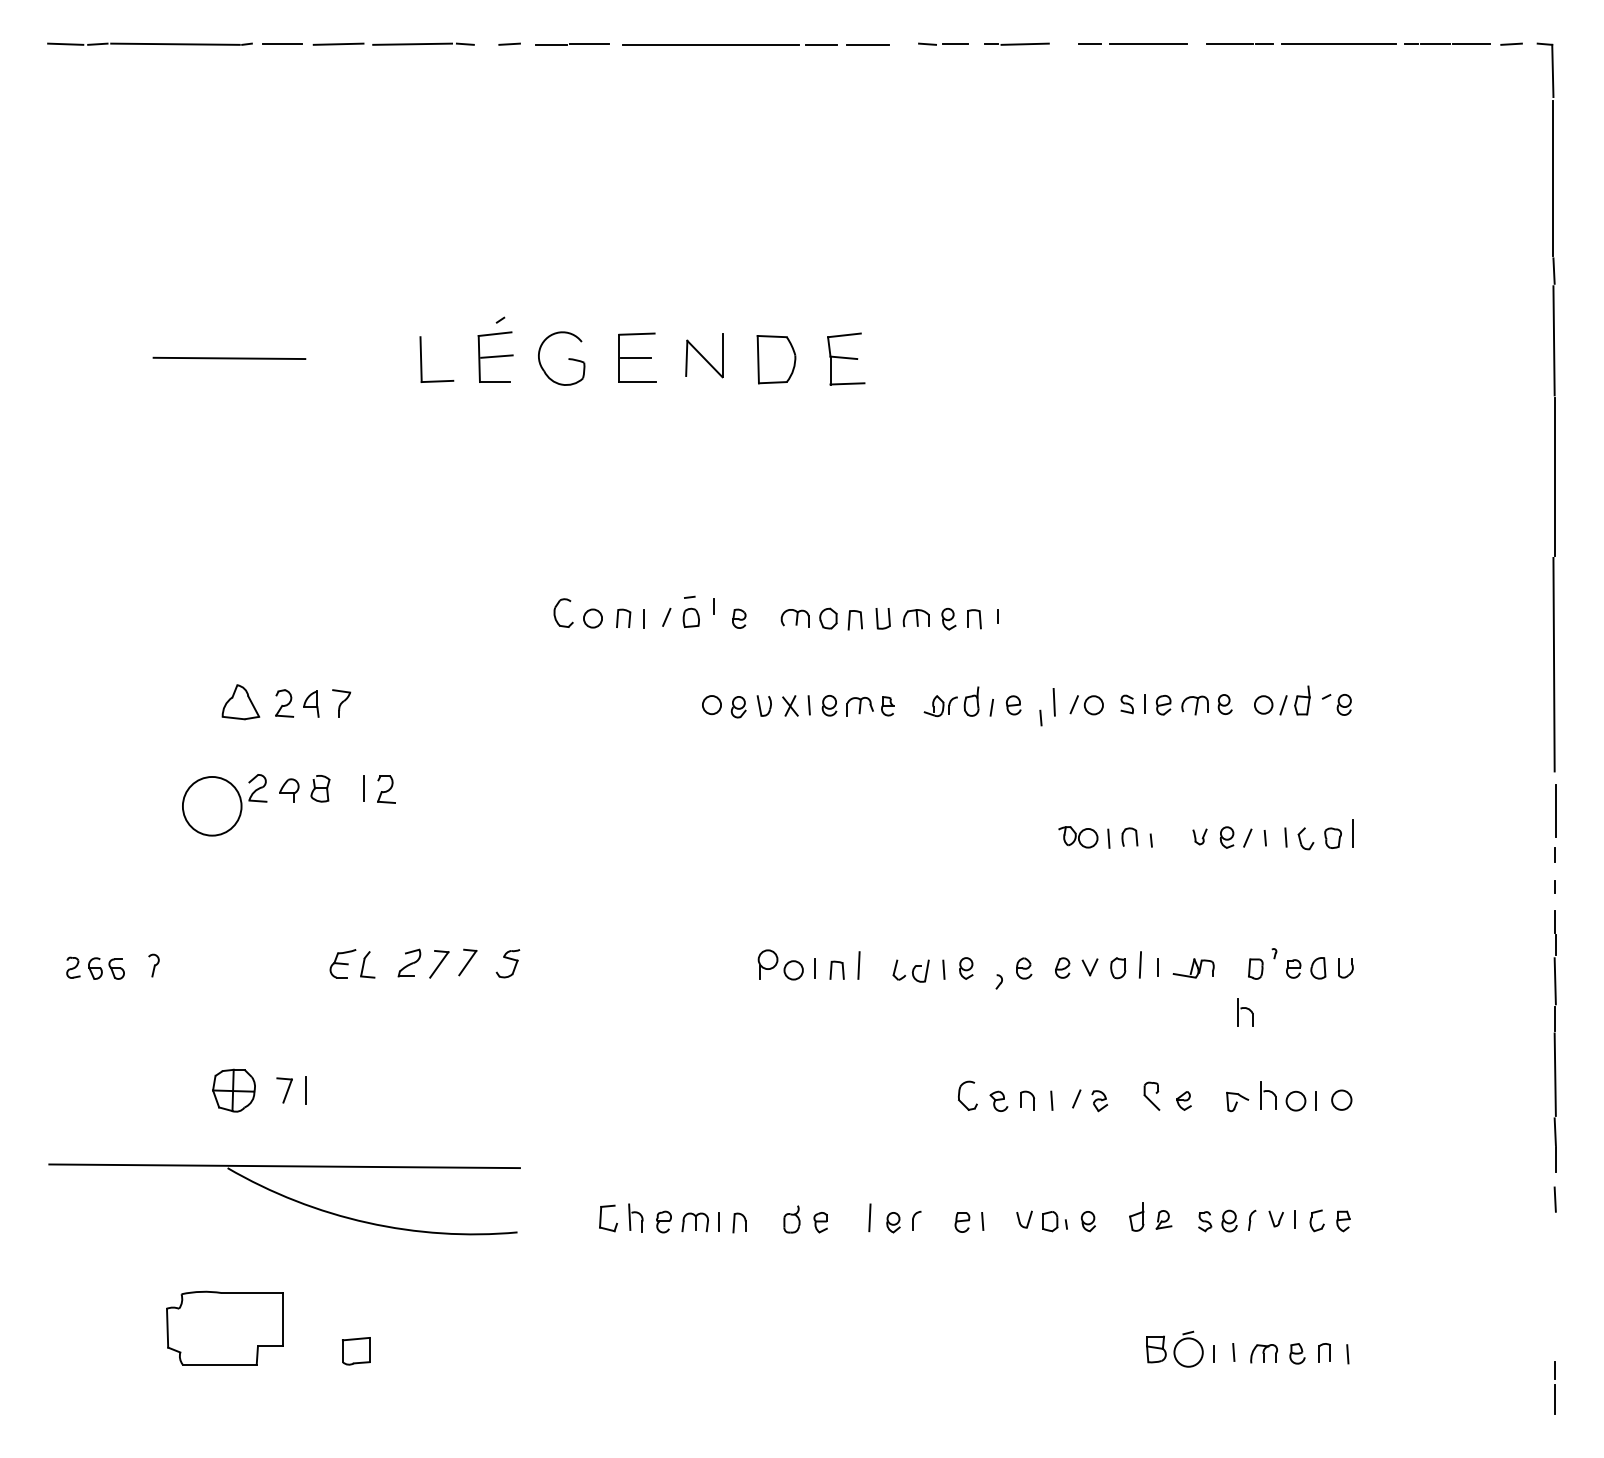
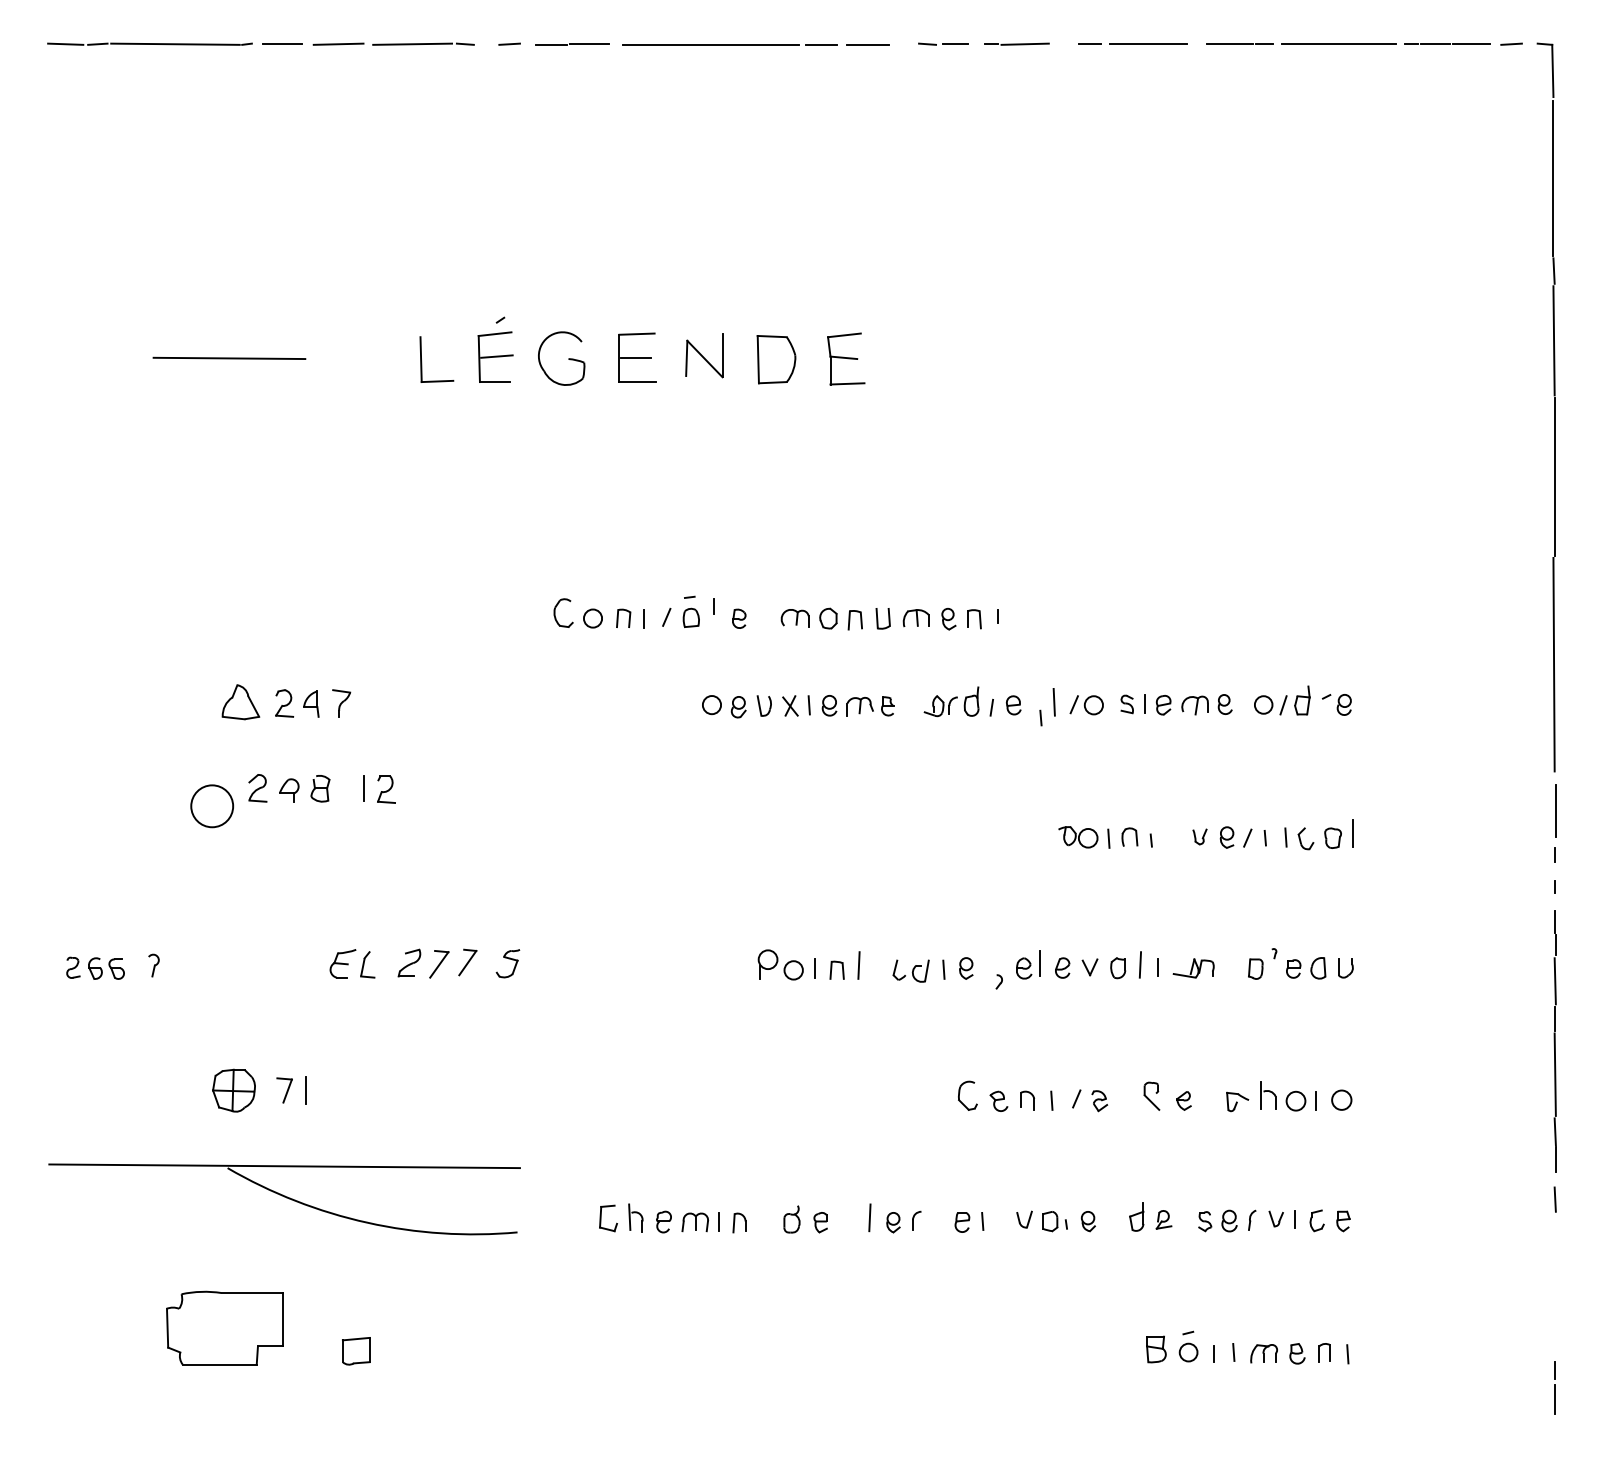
circle at (211, 805) diameter: 59 px -> 42 px
line at (1040, 963): none -> present
part at (1245, 1012): present -> none
circle at (1188, 1352) diameter: 28 px -> 18 px
